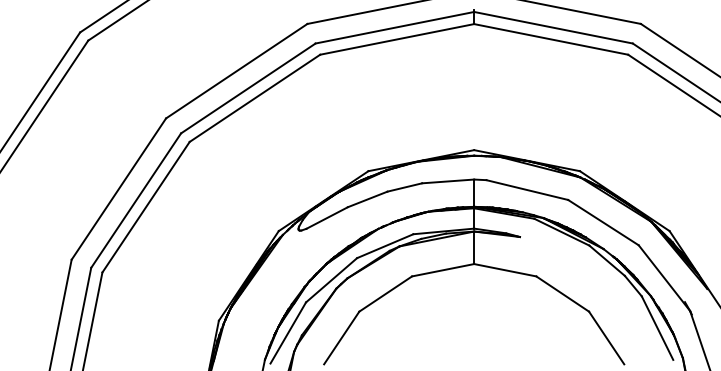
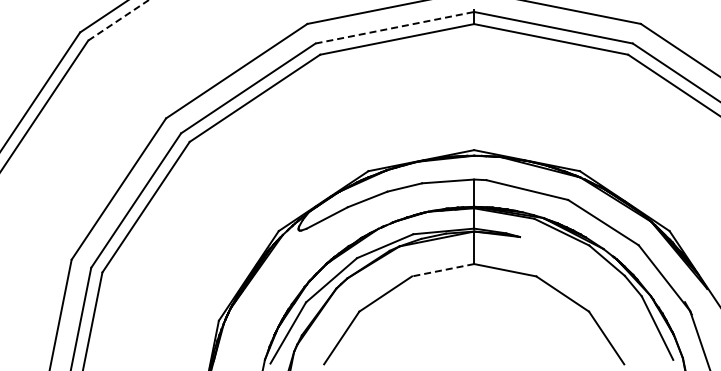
line at (119, 20): solid -> dashed
line at (394, 27): solid -> dashed
line at (443, 270): solid -> dashed
